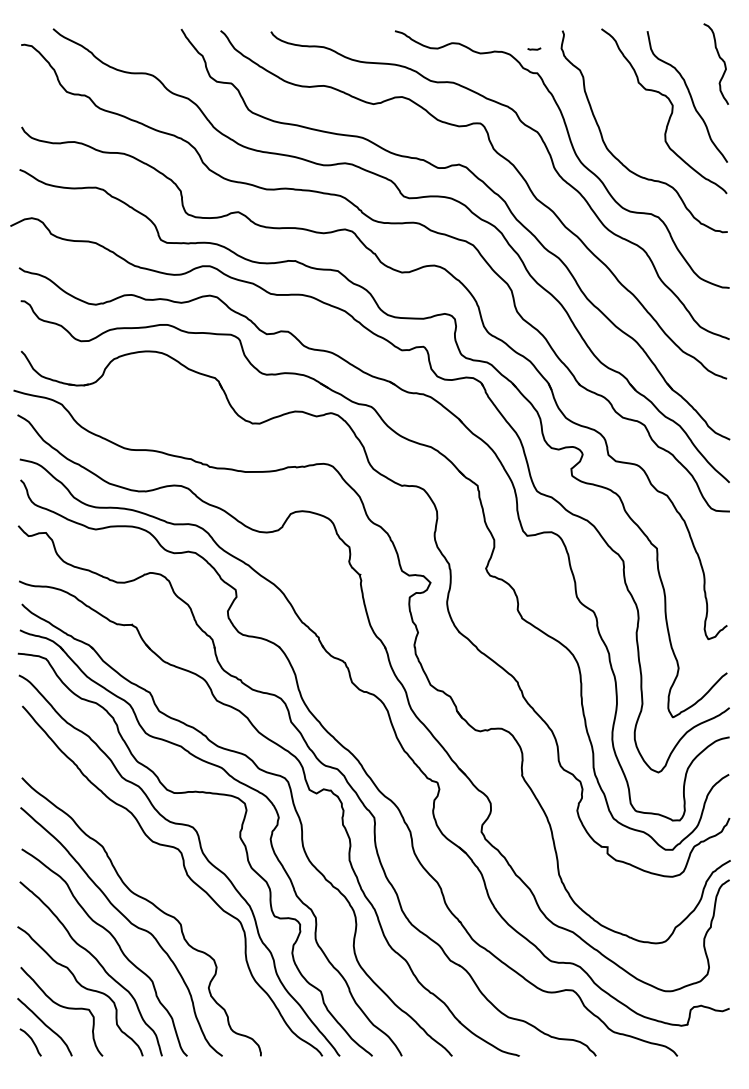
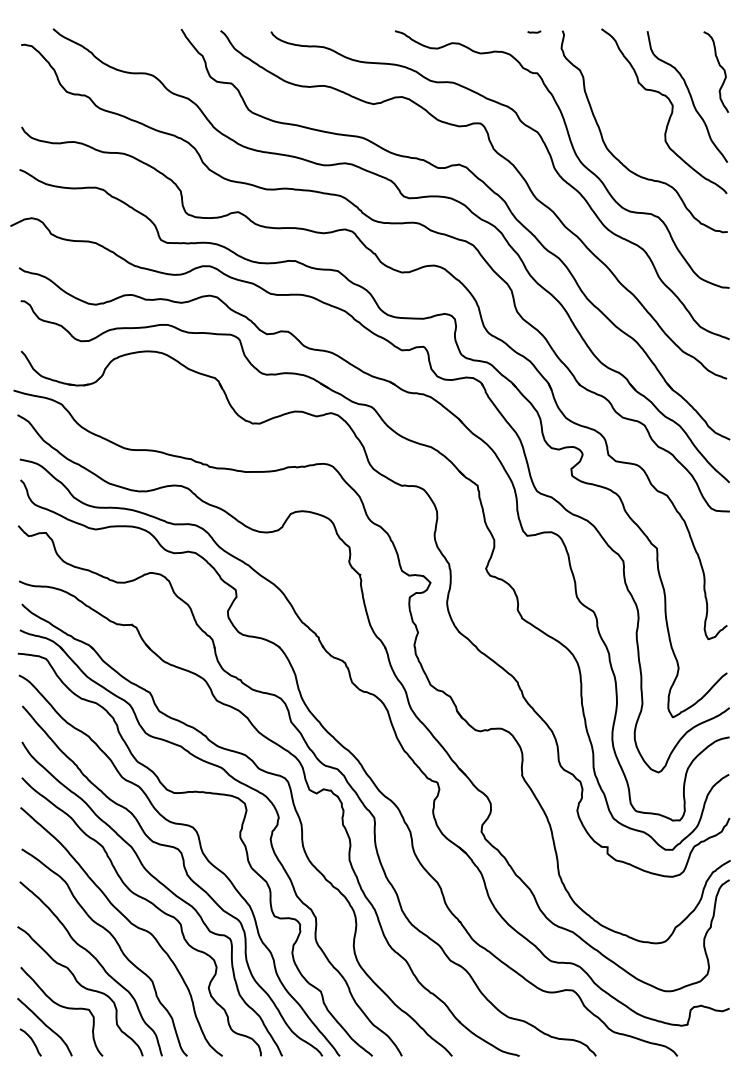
line at (534, 48) position: (534, 48) -> (534, 31)
curve at (720, 59) position: (720, 59) -> (720, 67)
curve at (163, 886): none -> present
